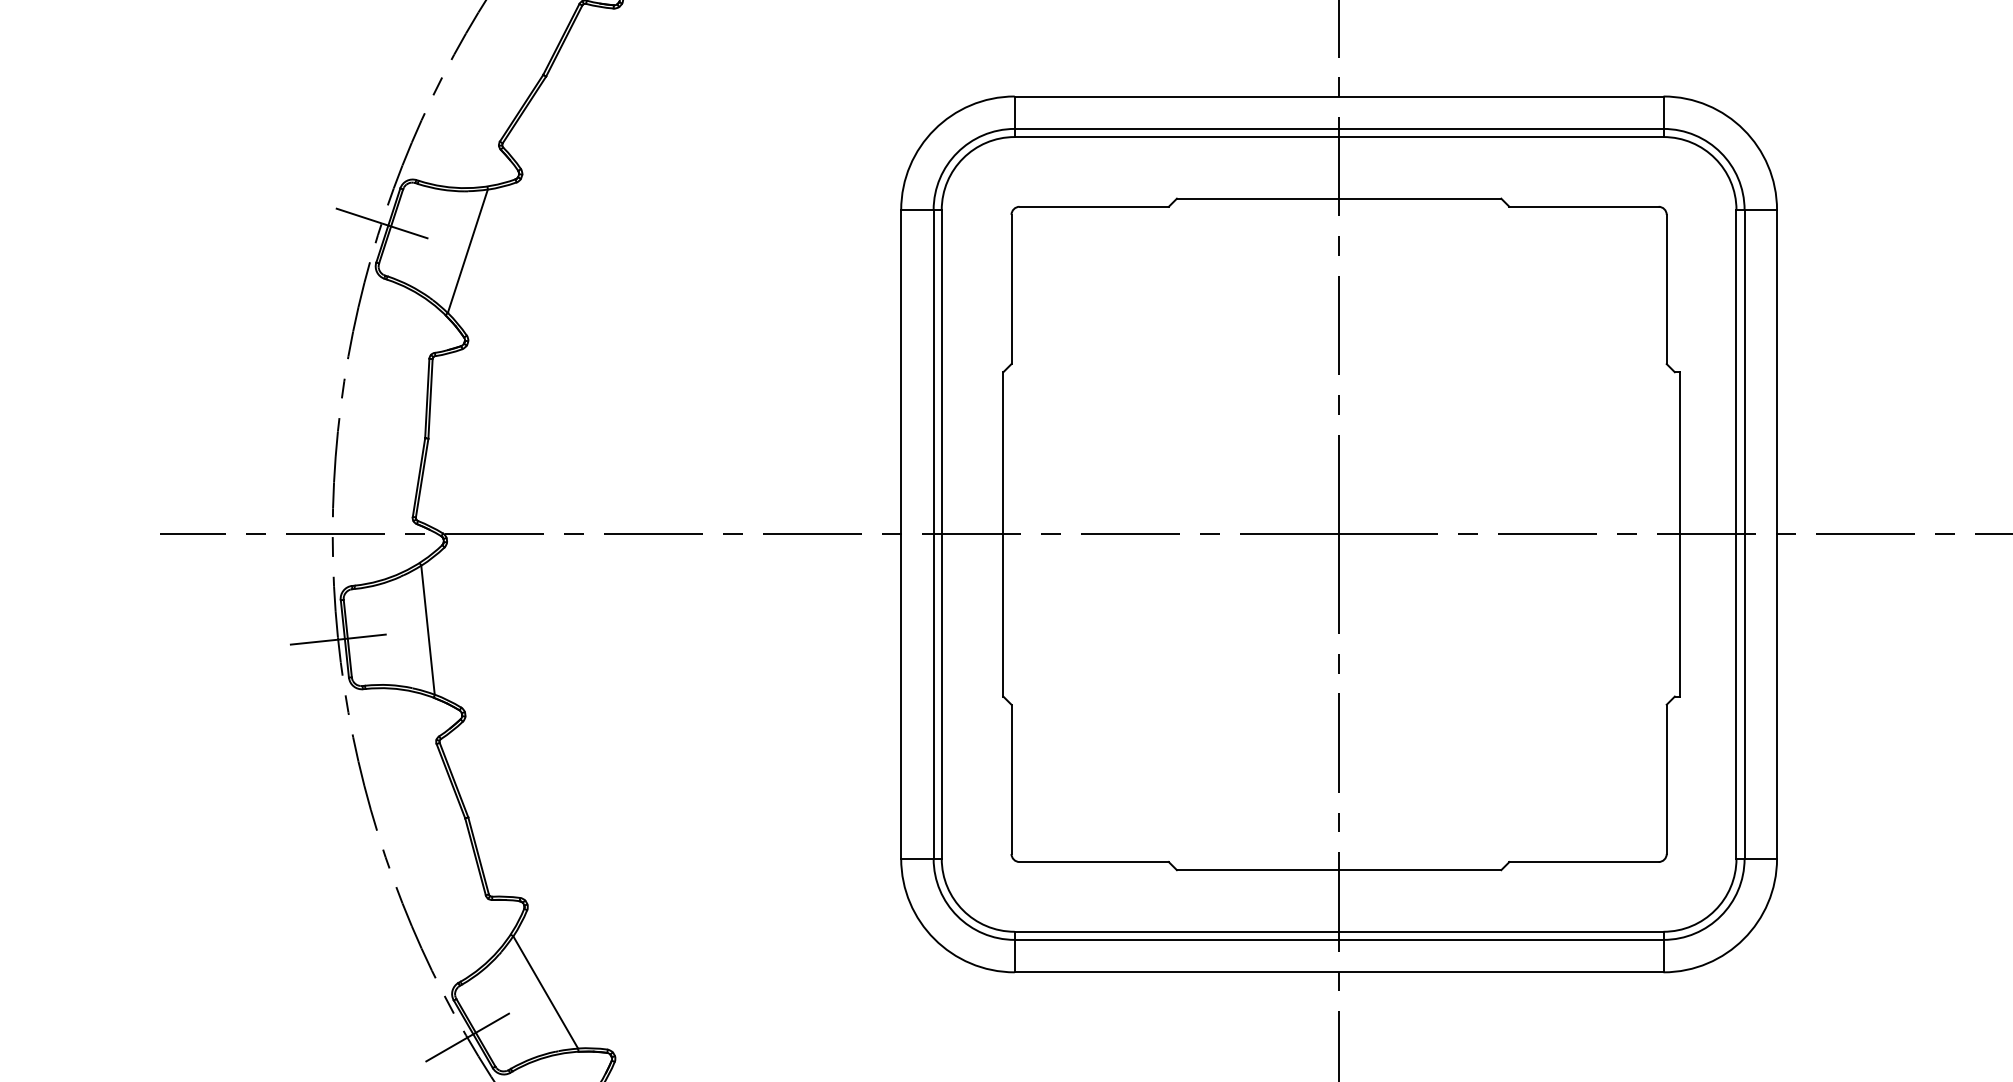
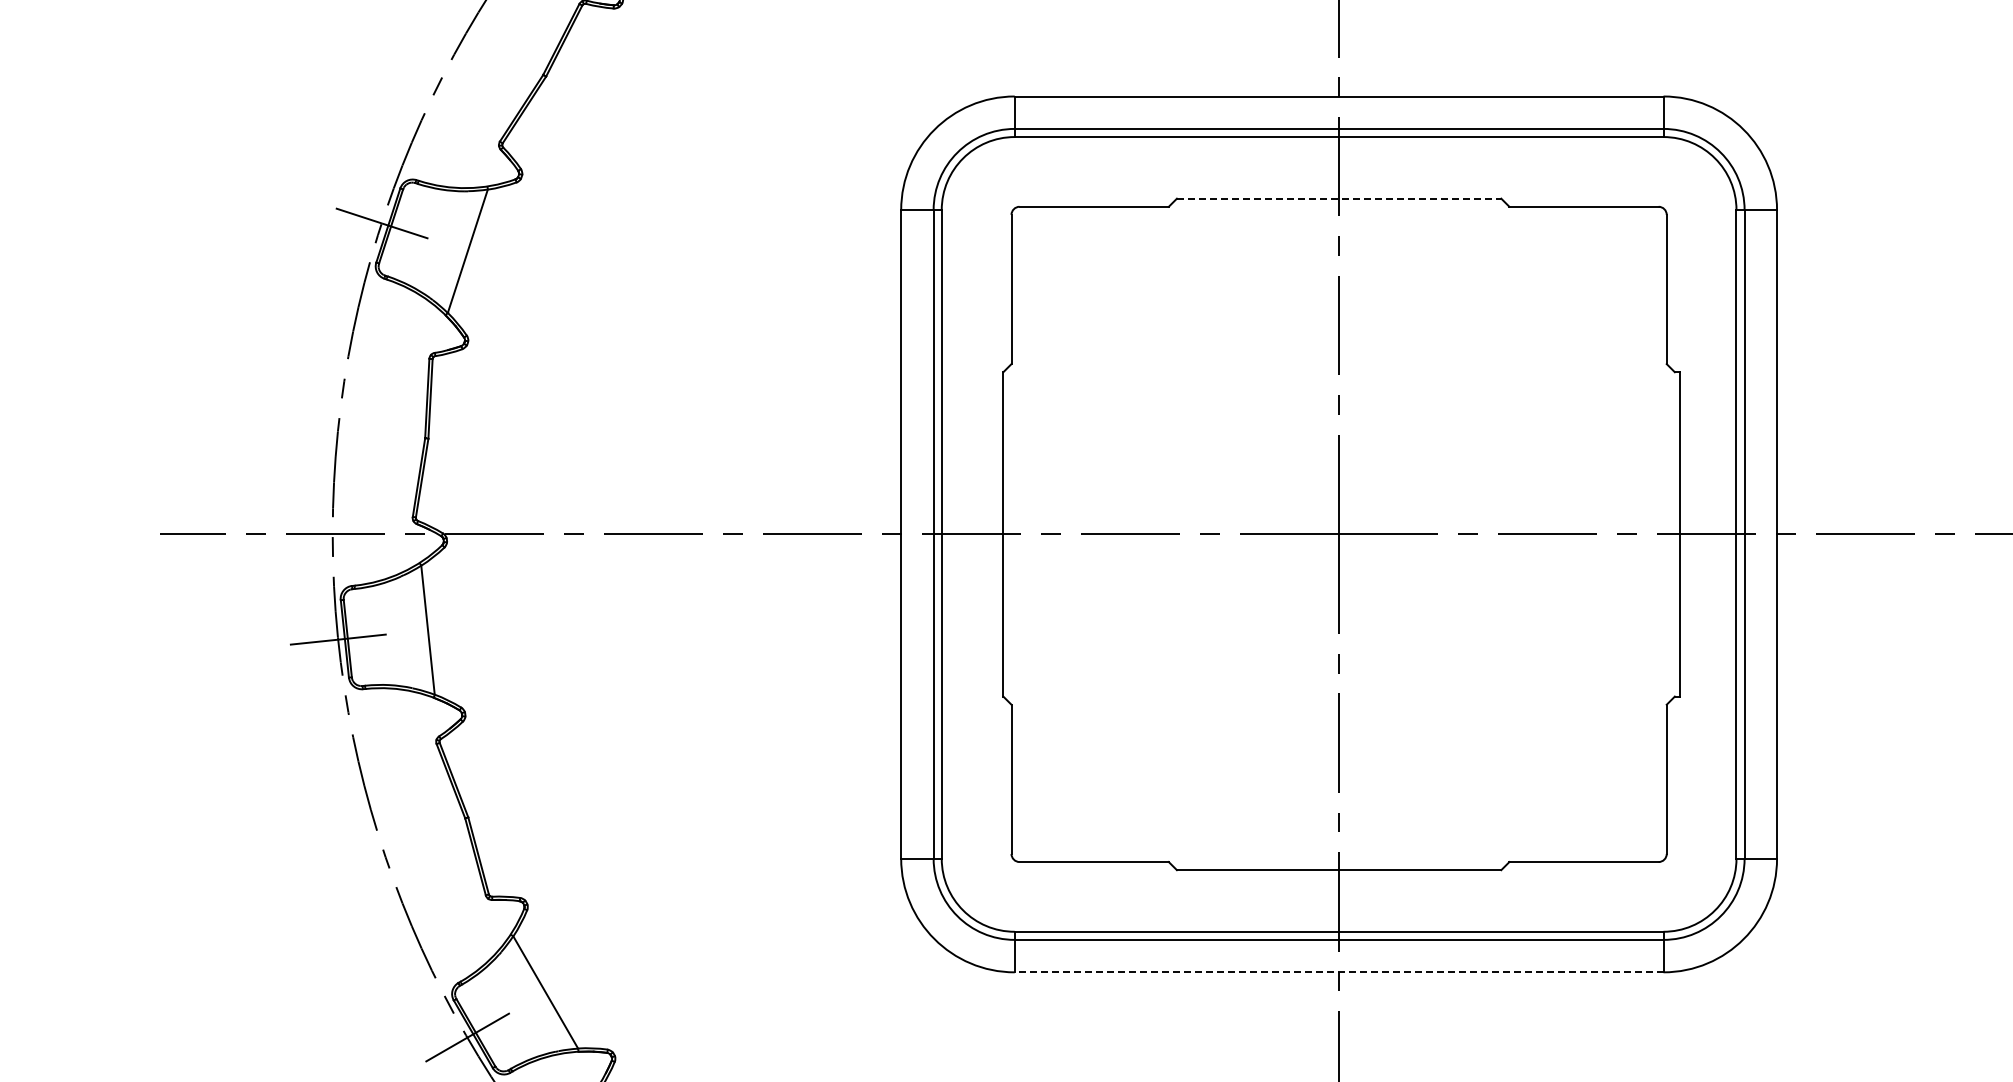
line at (1339, 198): solid -> dashed
line at (1338, 972): solid -> dashed
